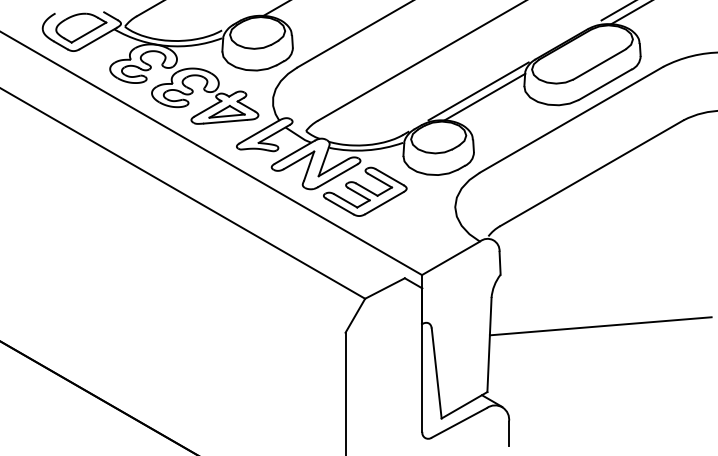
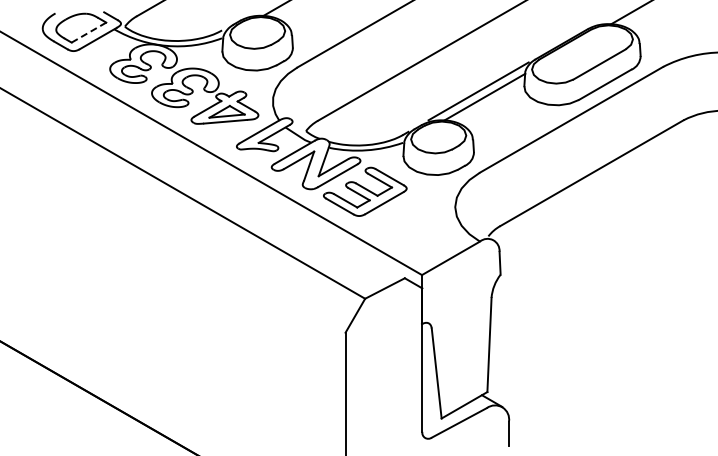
line at (616, 11): present -> none
line at (89, 32): solid -> dashed
line at (600, 326): present -> none
